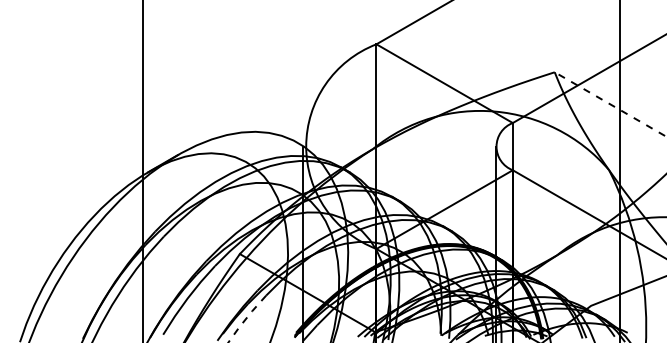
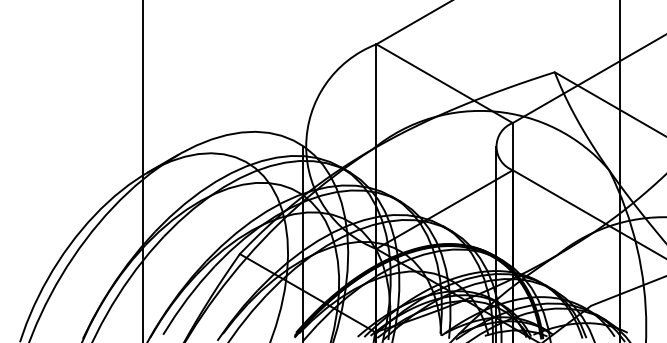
line at (610, 104): dashed -> solid
line at (246, 318): dashed -> solid
